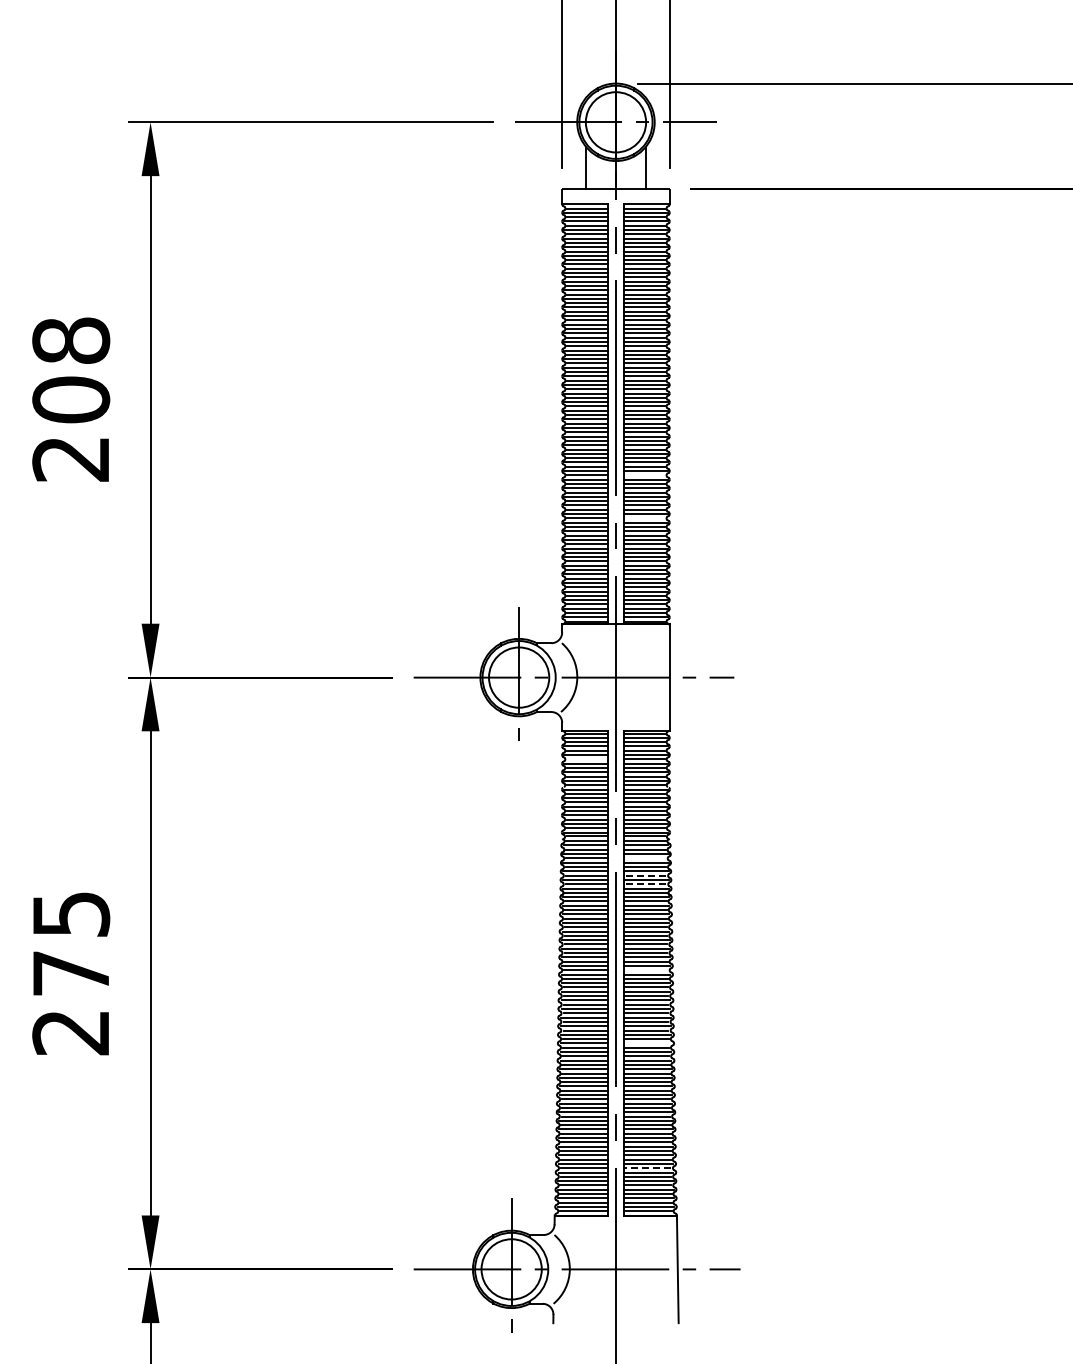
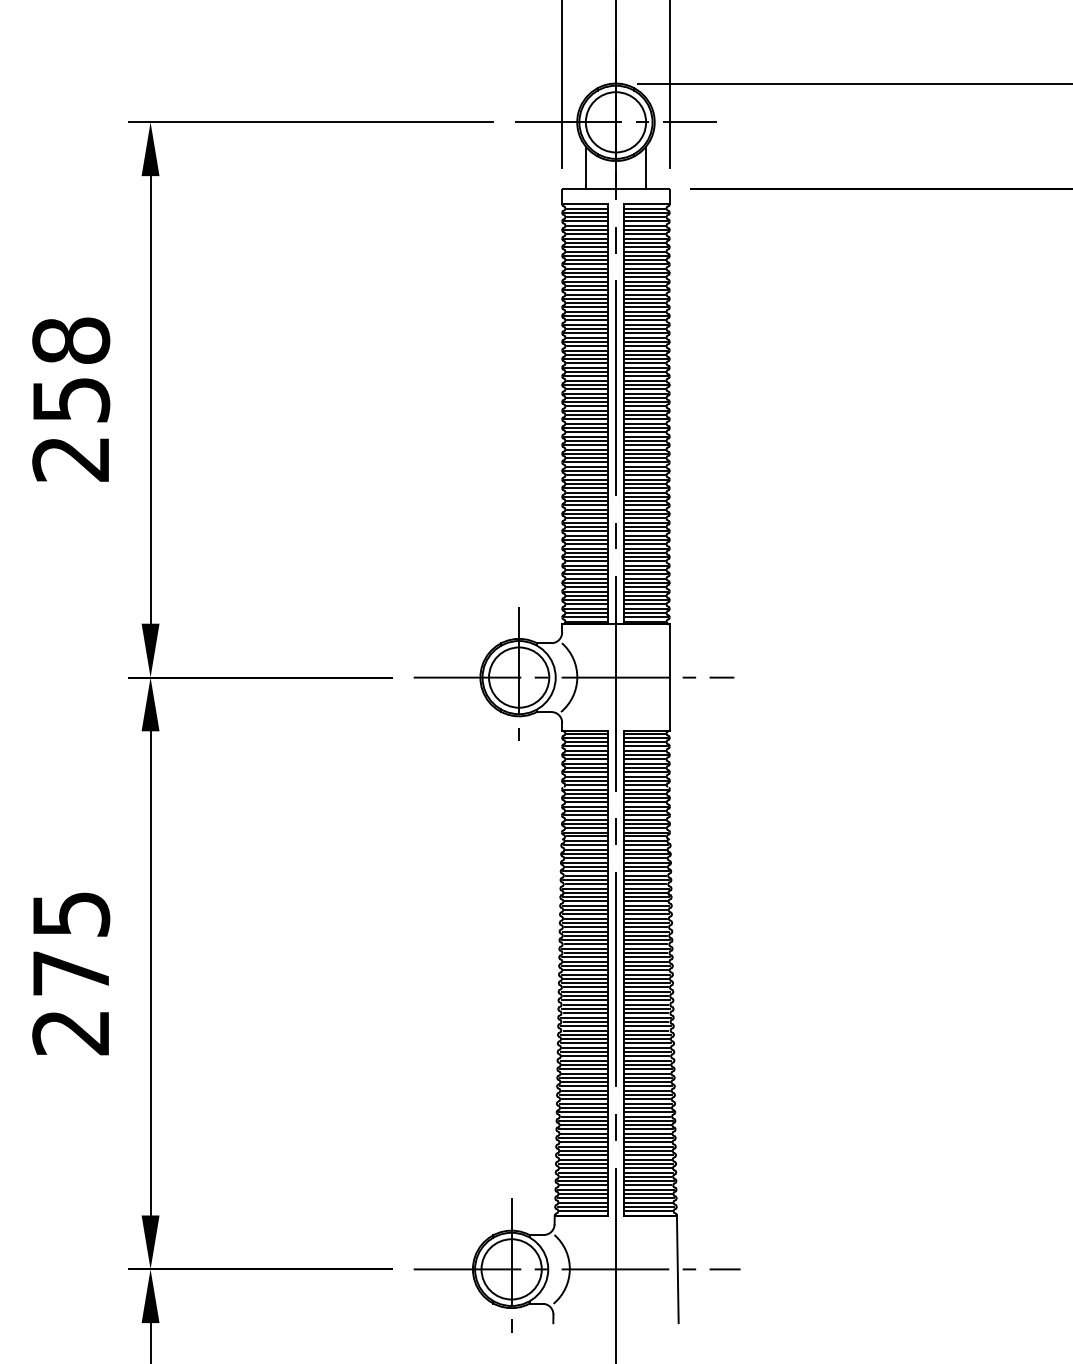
text at (71, 399): 208 -> 258
line at (644, 475): none -> present
line at (644, 518): none -> present
line at (587, 759): none -> present
line at (644, 858): none -> present
line at (644, 875): dashed -> solid
line at (644, 884): dashed -> solid
line at (645, 970): none -> present
line at (646, 1043): none -> present
line at (647, 1168): dashed -> solid
